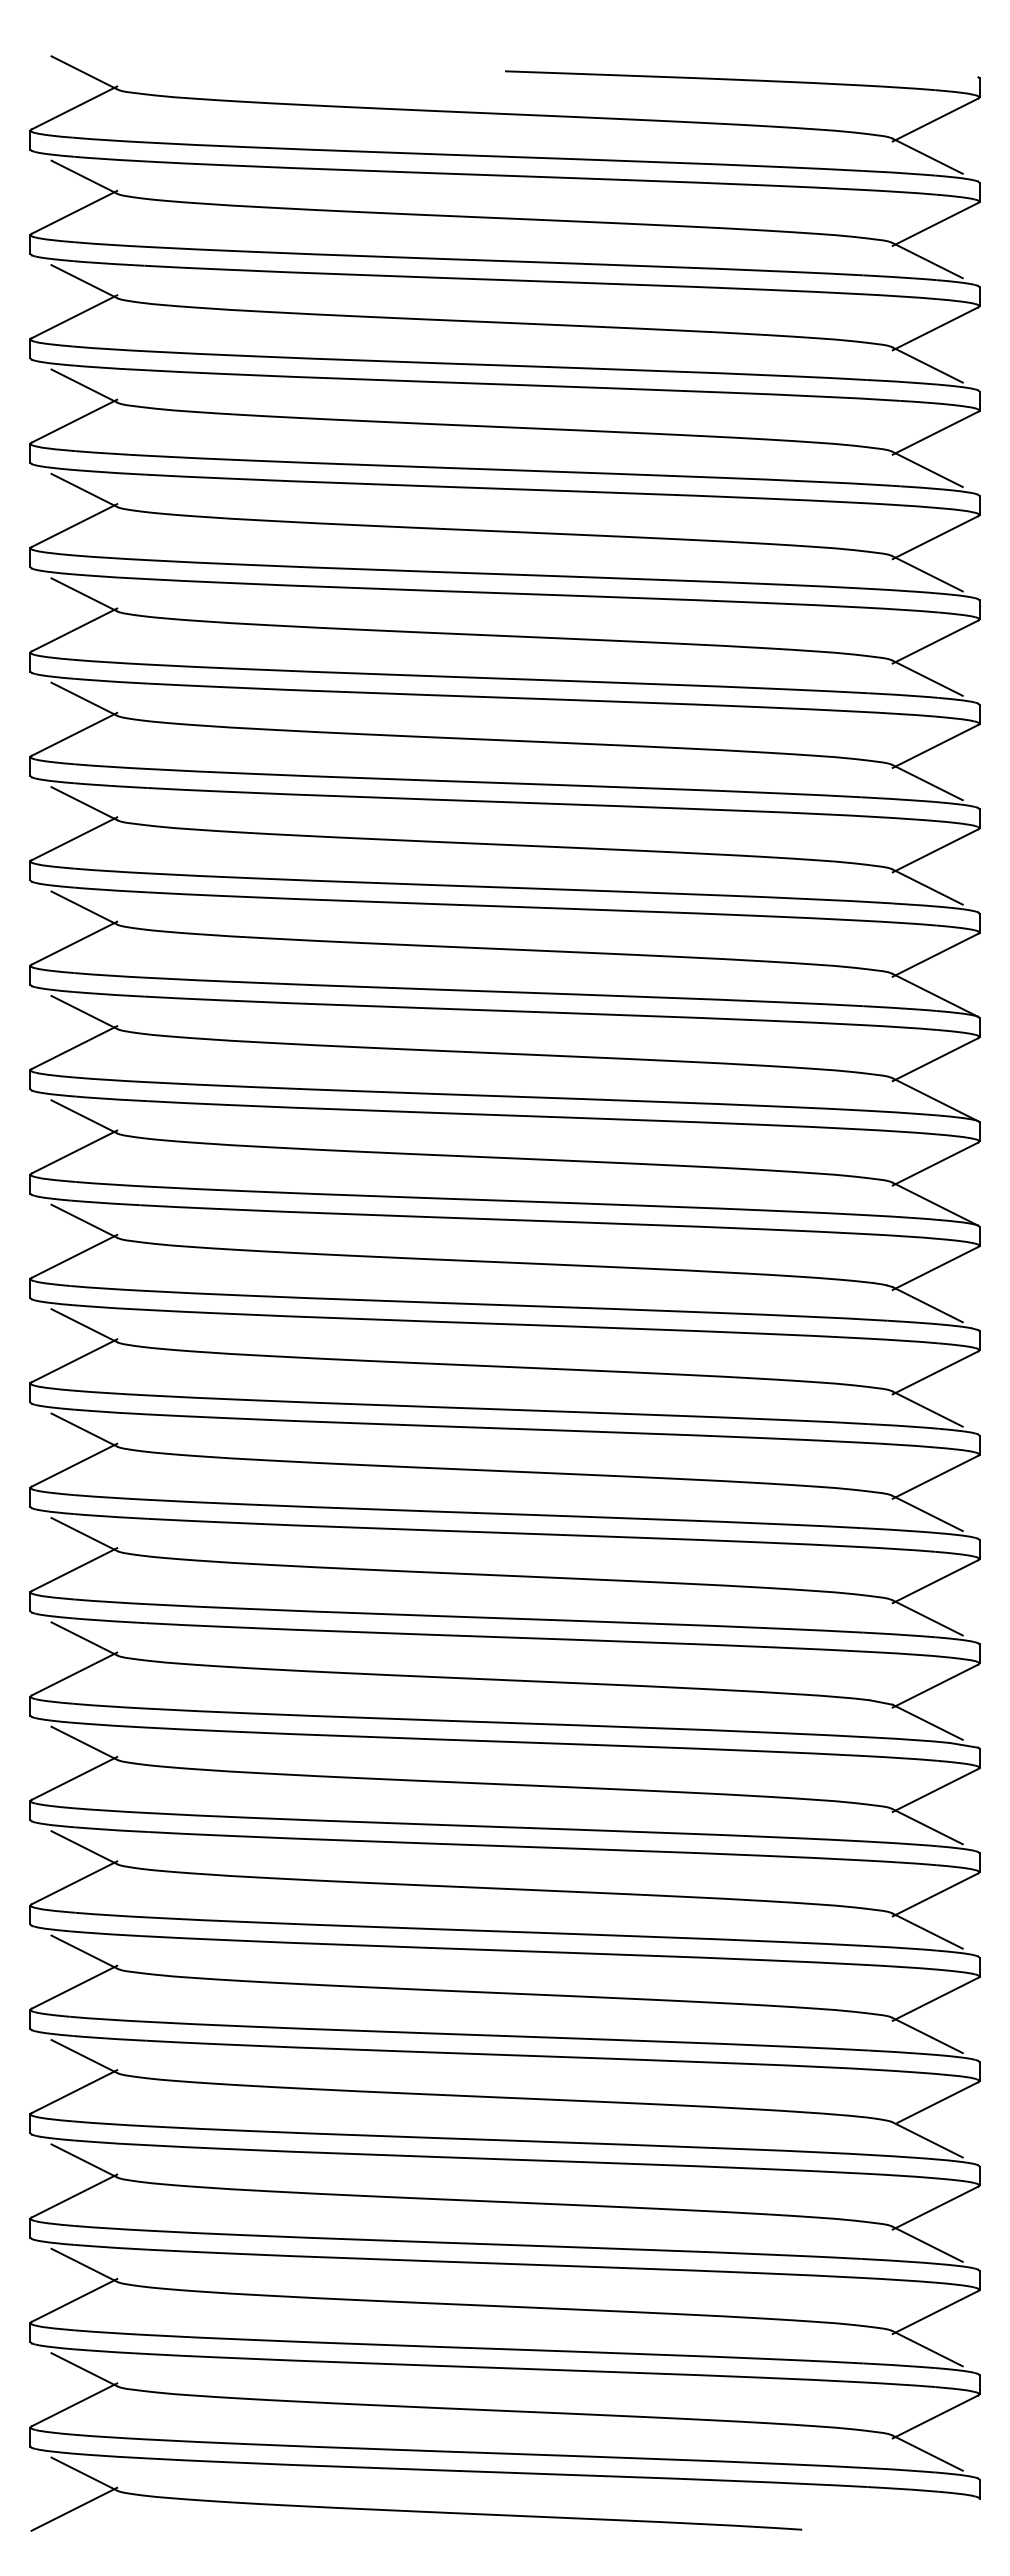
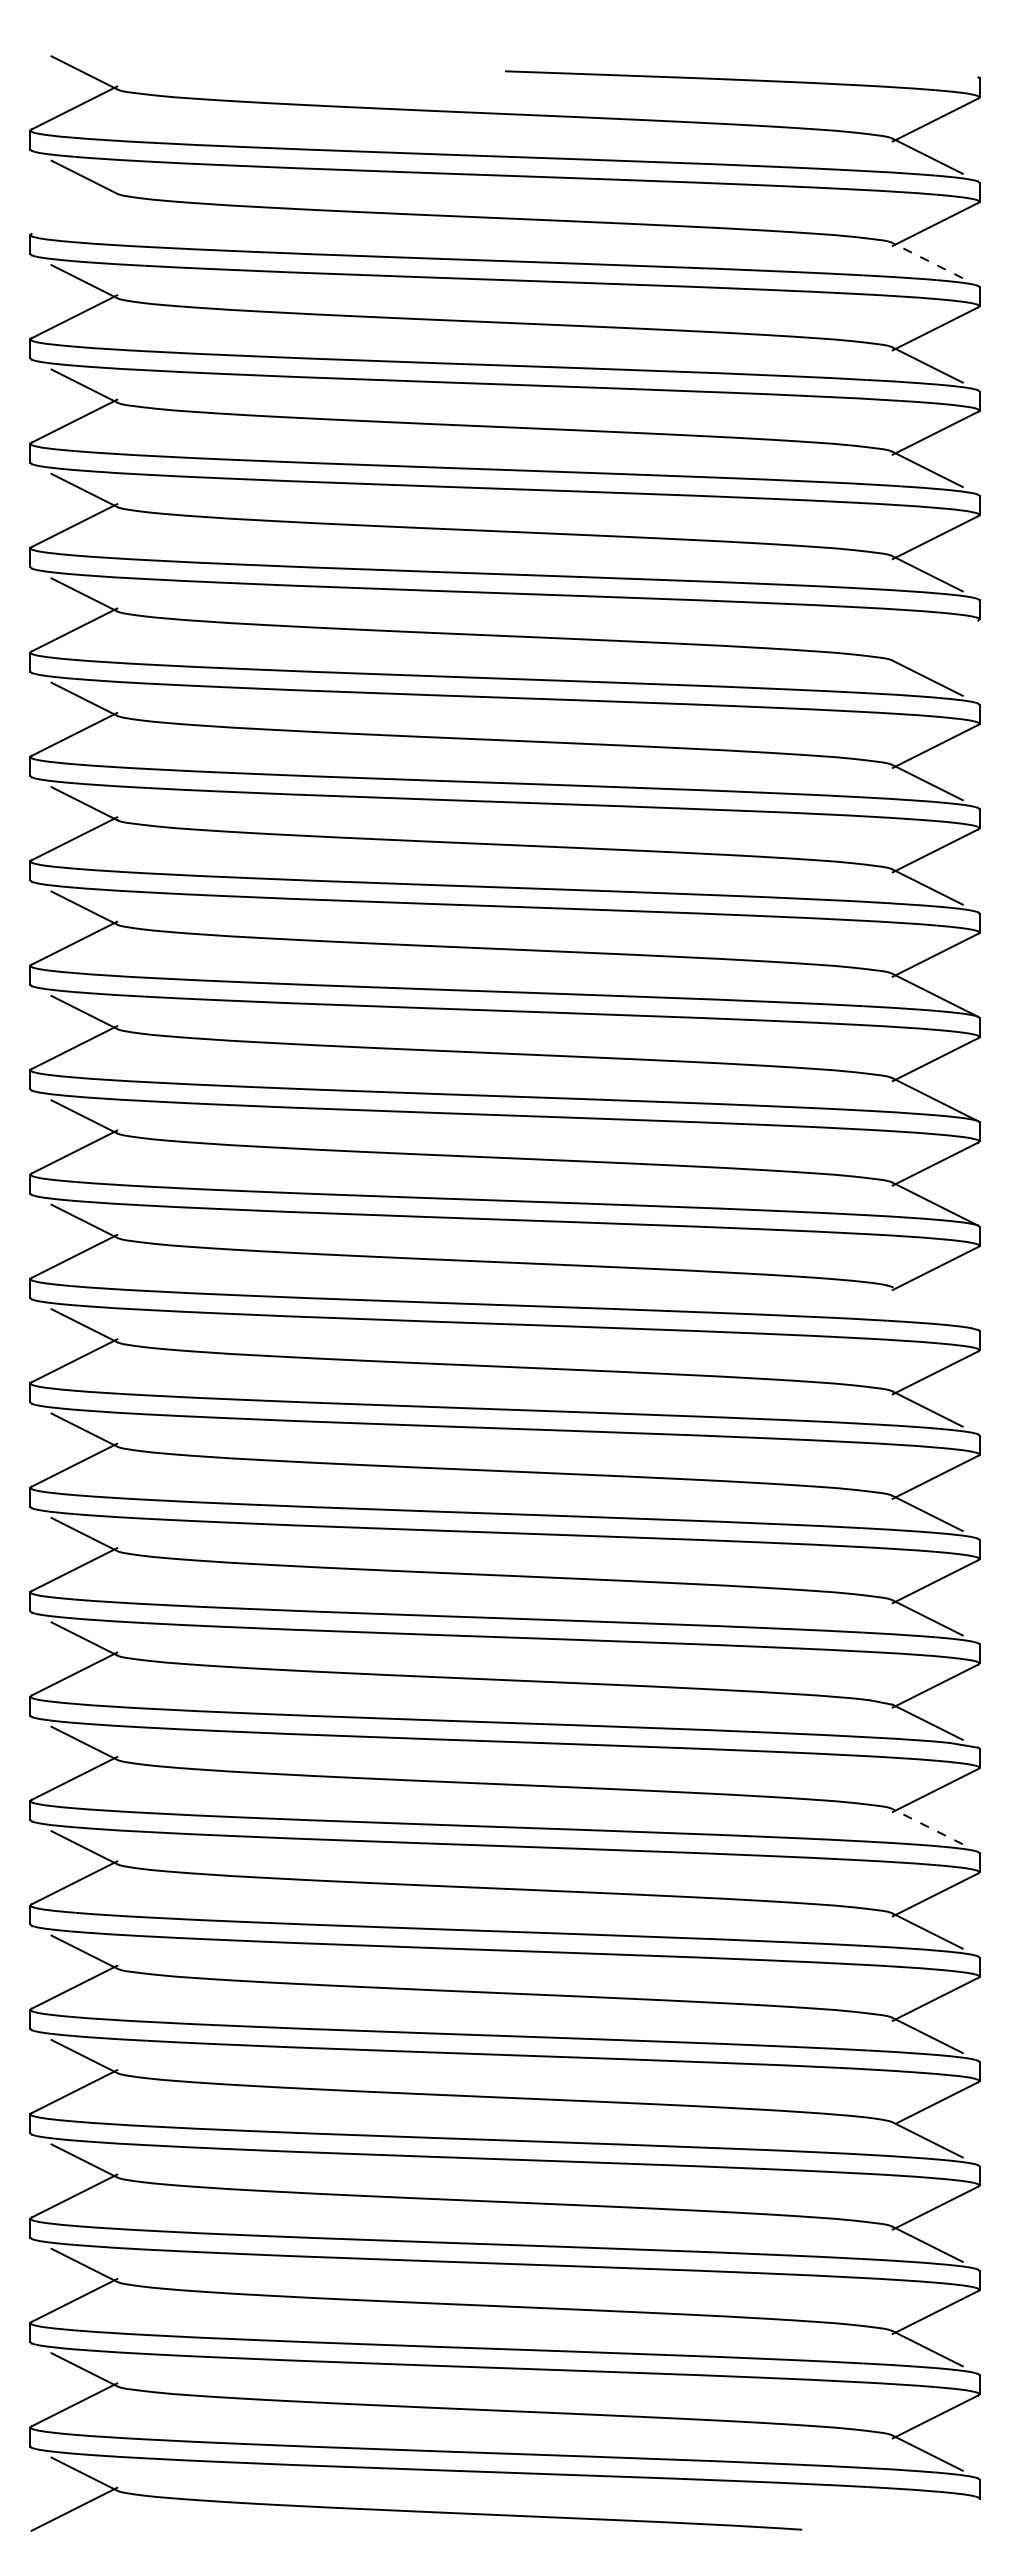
line at (74, 211): present -> none
line at (927, 260): solid -> dashed
line at (935, 641): present -> none
line at (927, 1304): present -> none
line at (927, 1826): solid -> dashed
